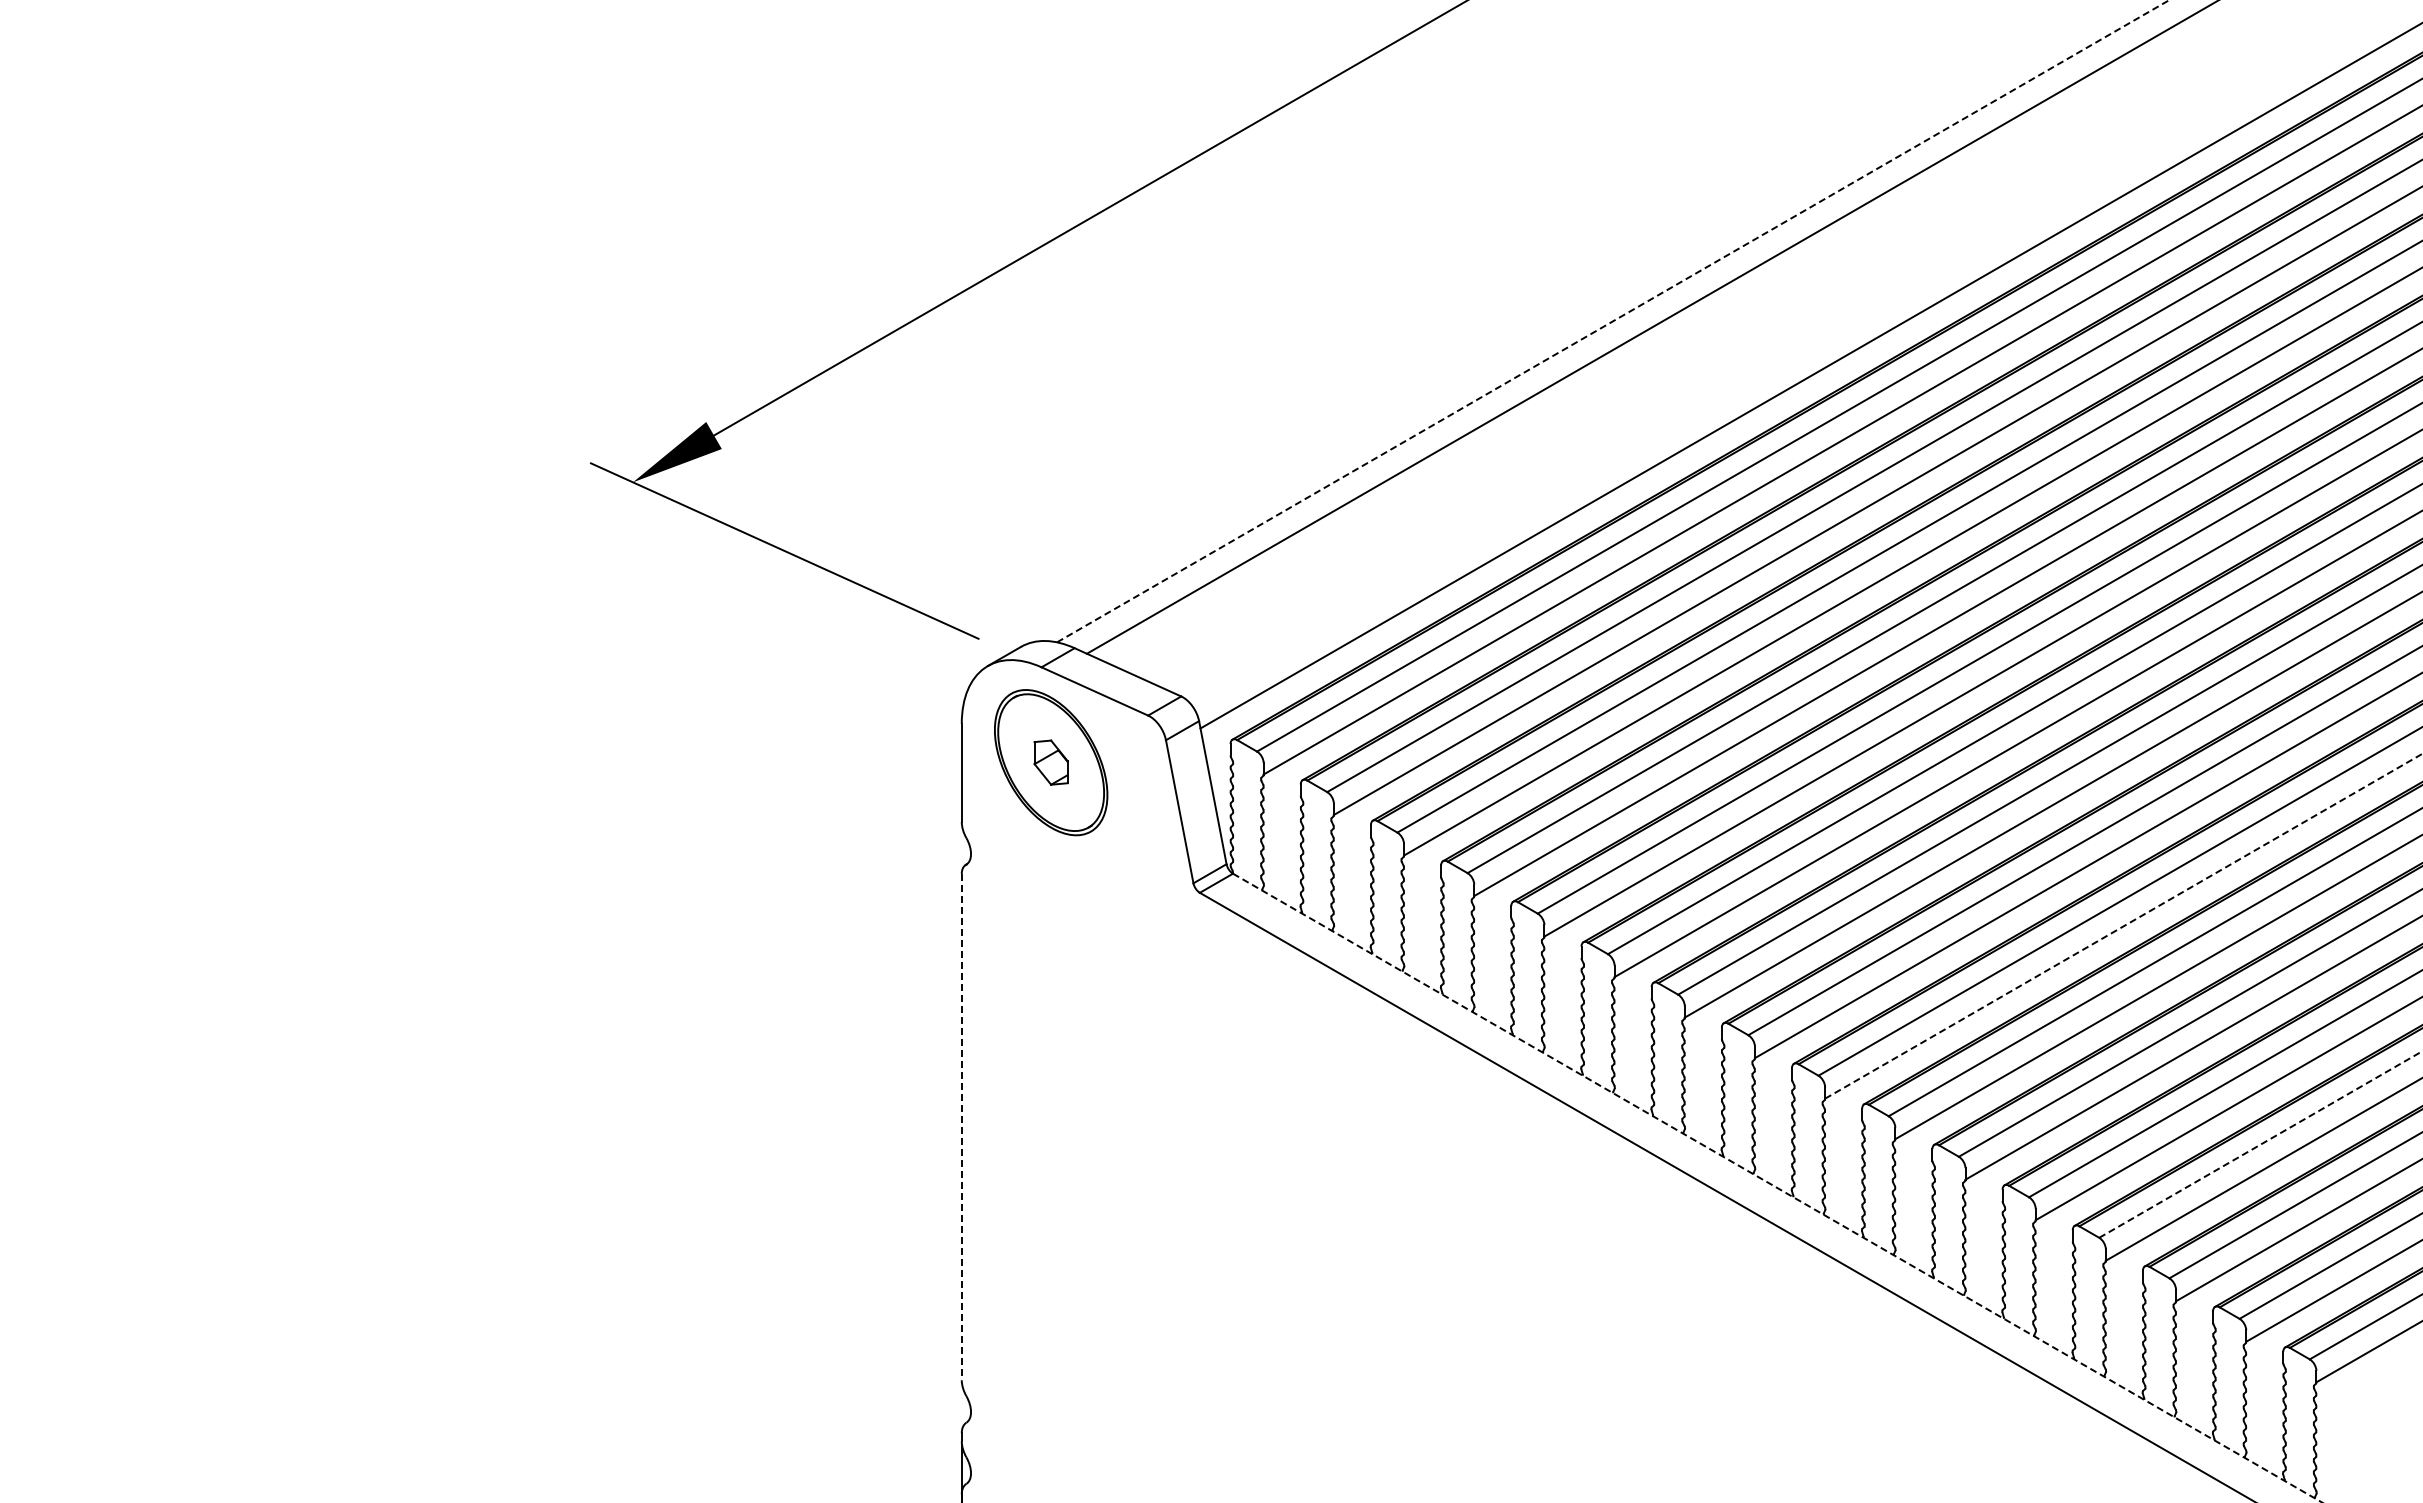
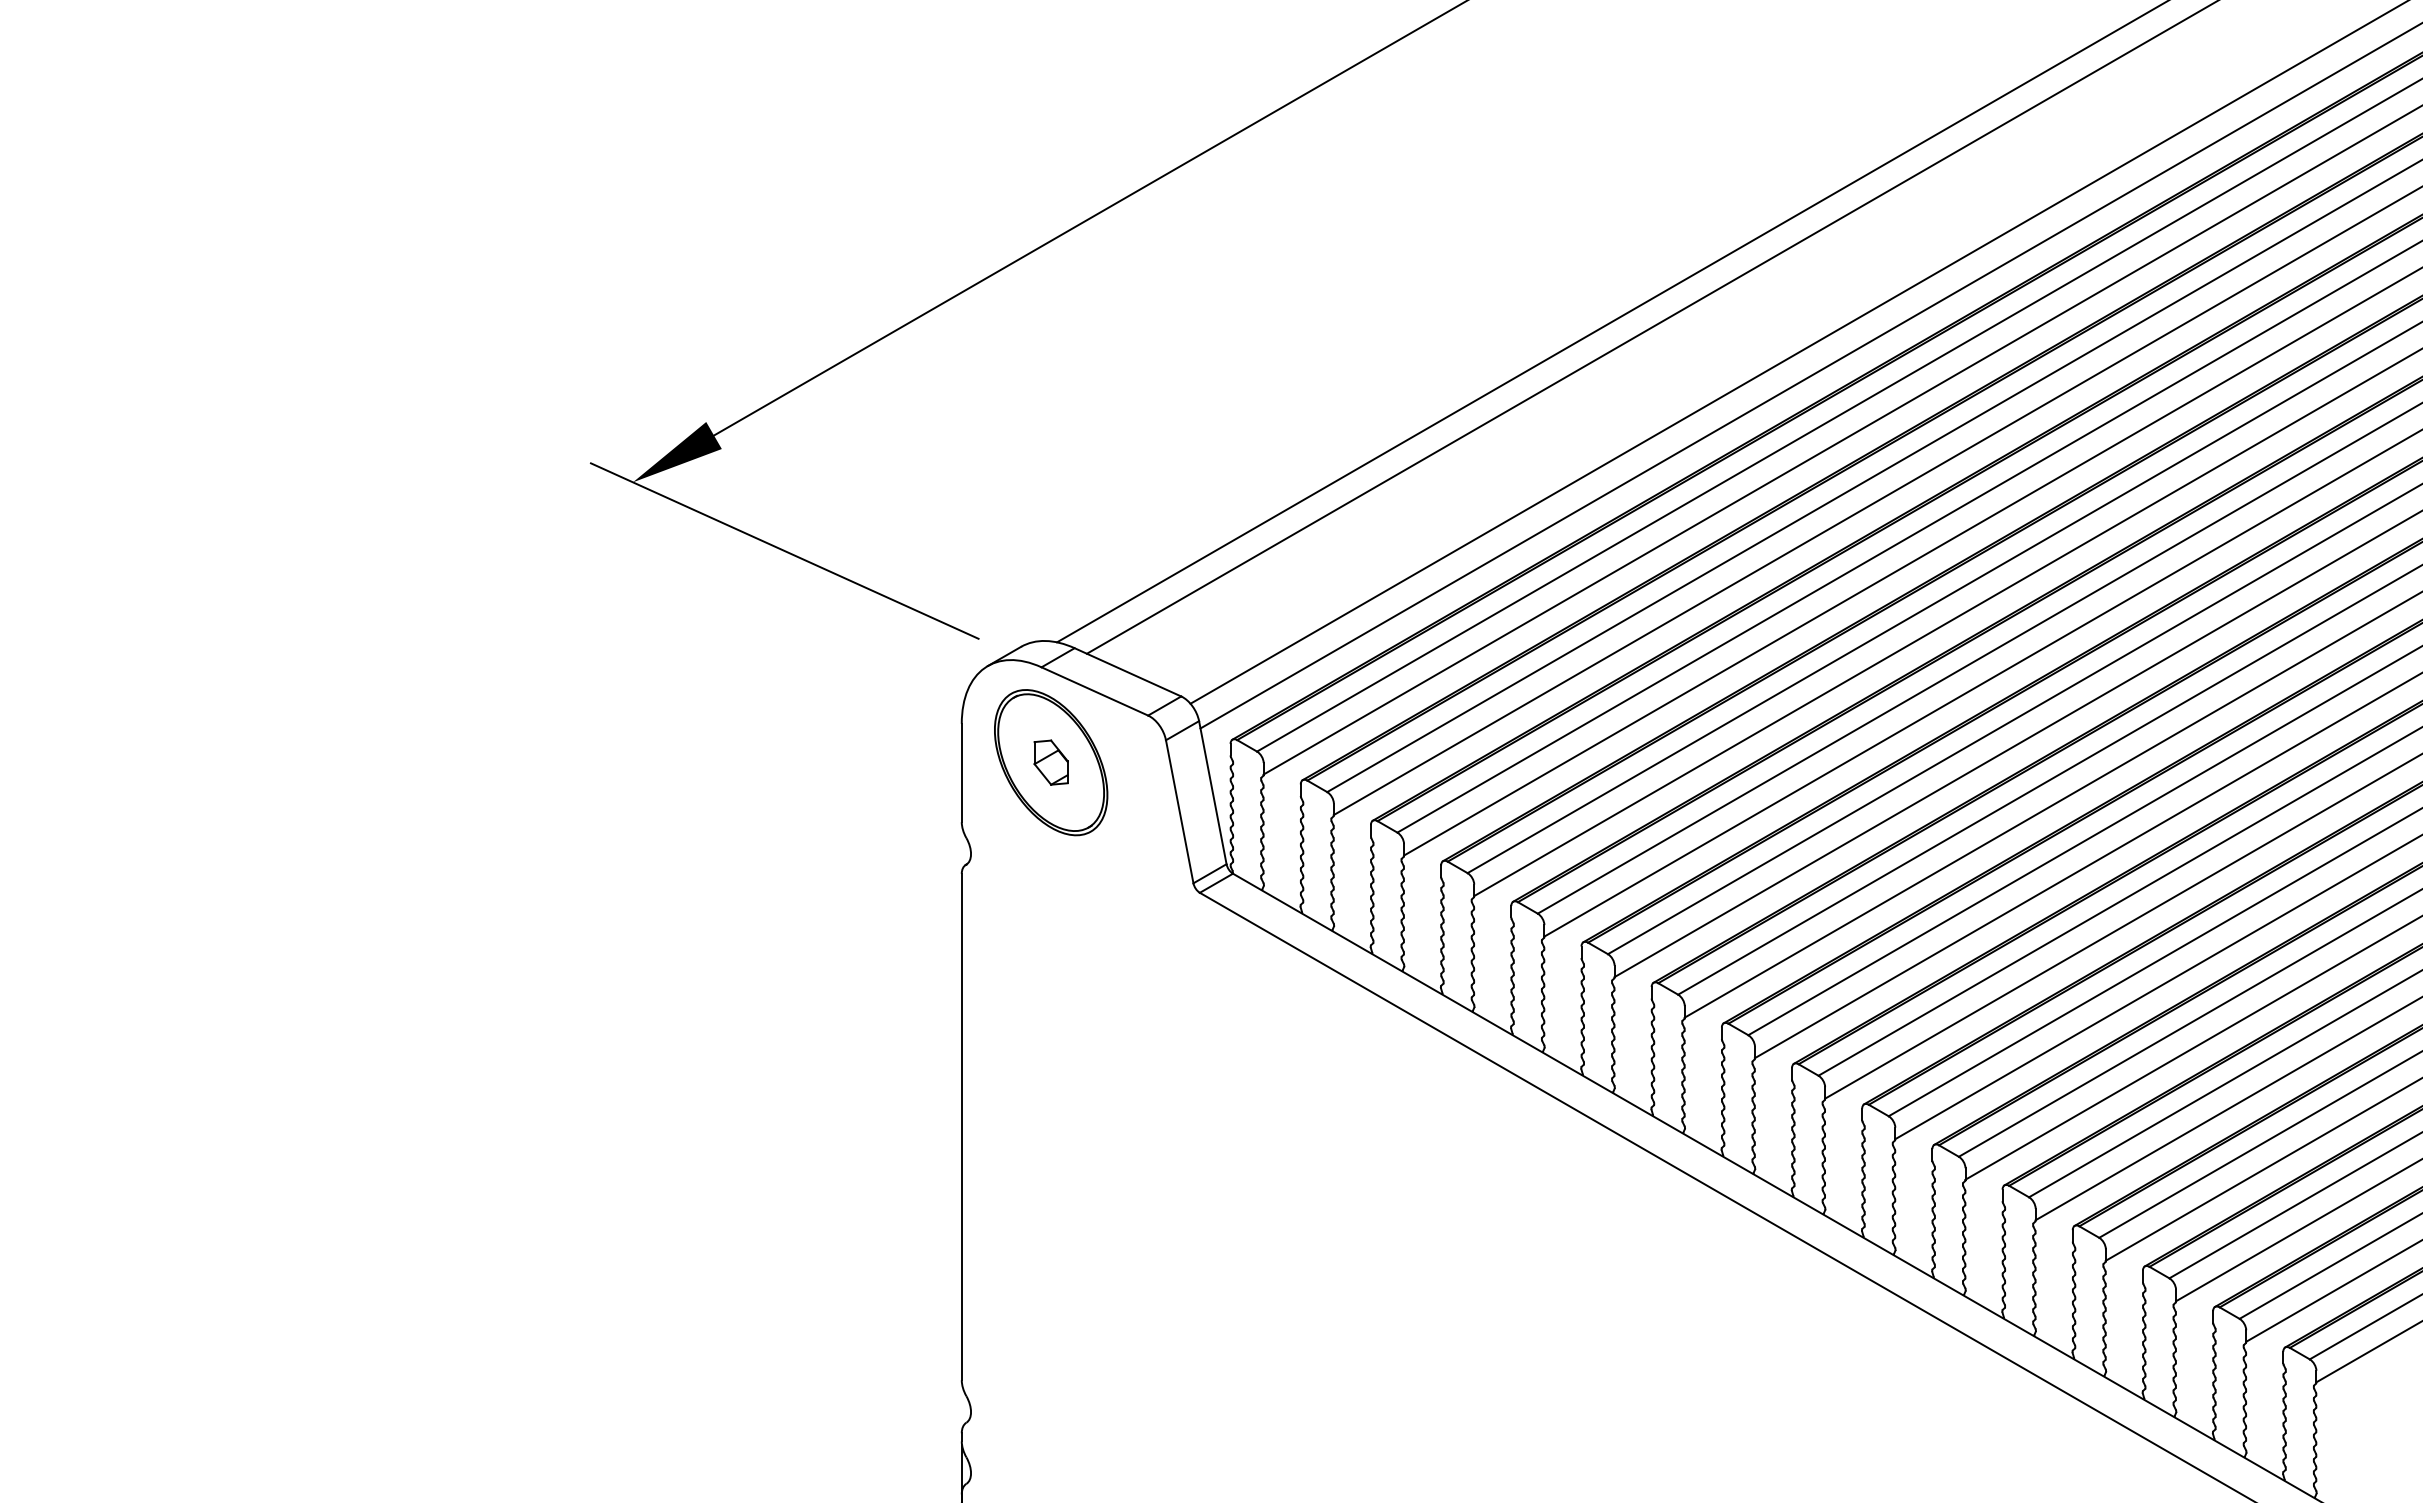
line at (1612, 321): dashed -> solid
line at (1797, 352): none -> present
line at (2123, 926): dashed -> solid
line at (961, 1127): dashed -> solid
line at (2261, 1144): dashed -> solid
line at (1778, 1188): dashed -> solid
